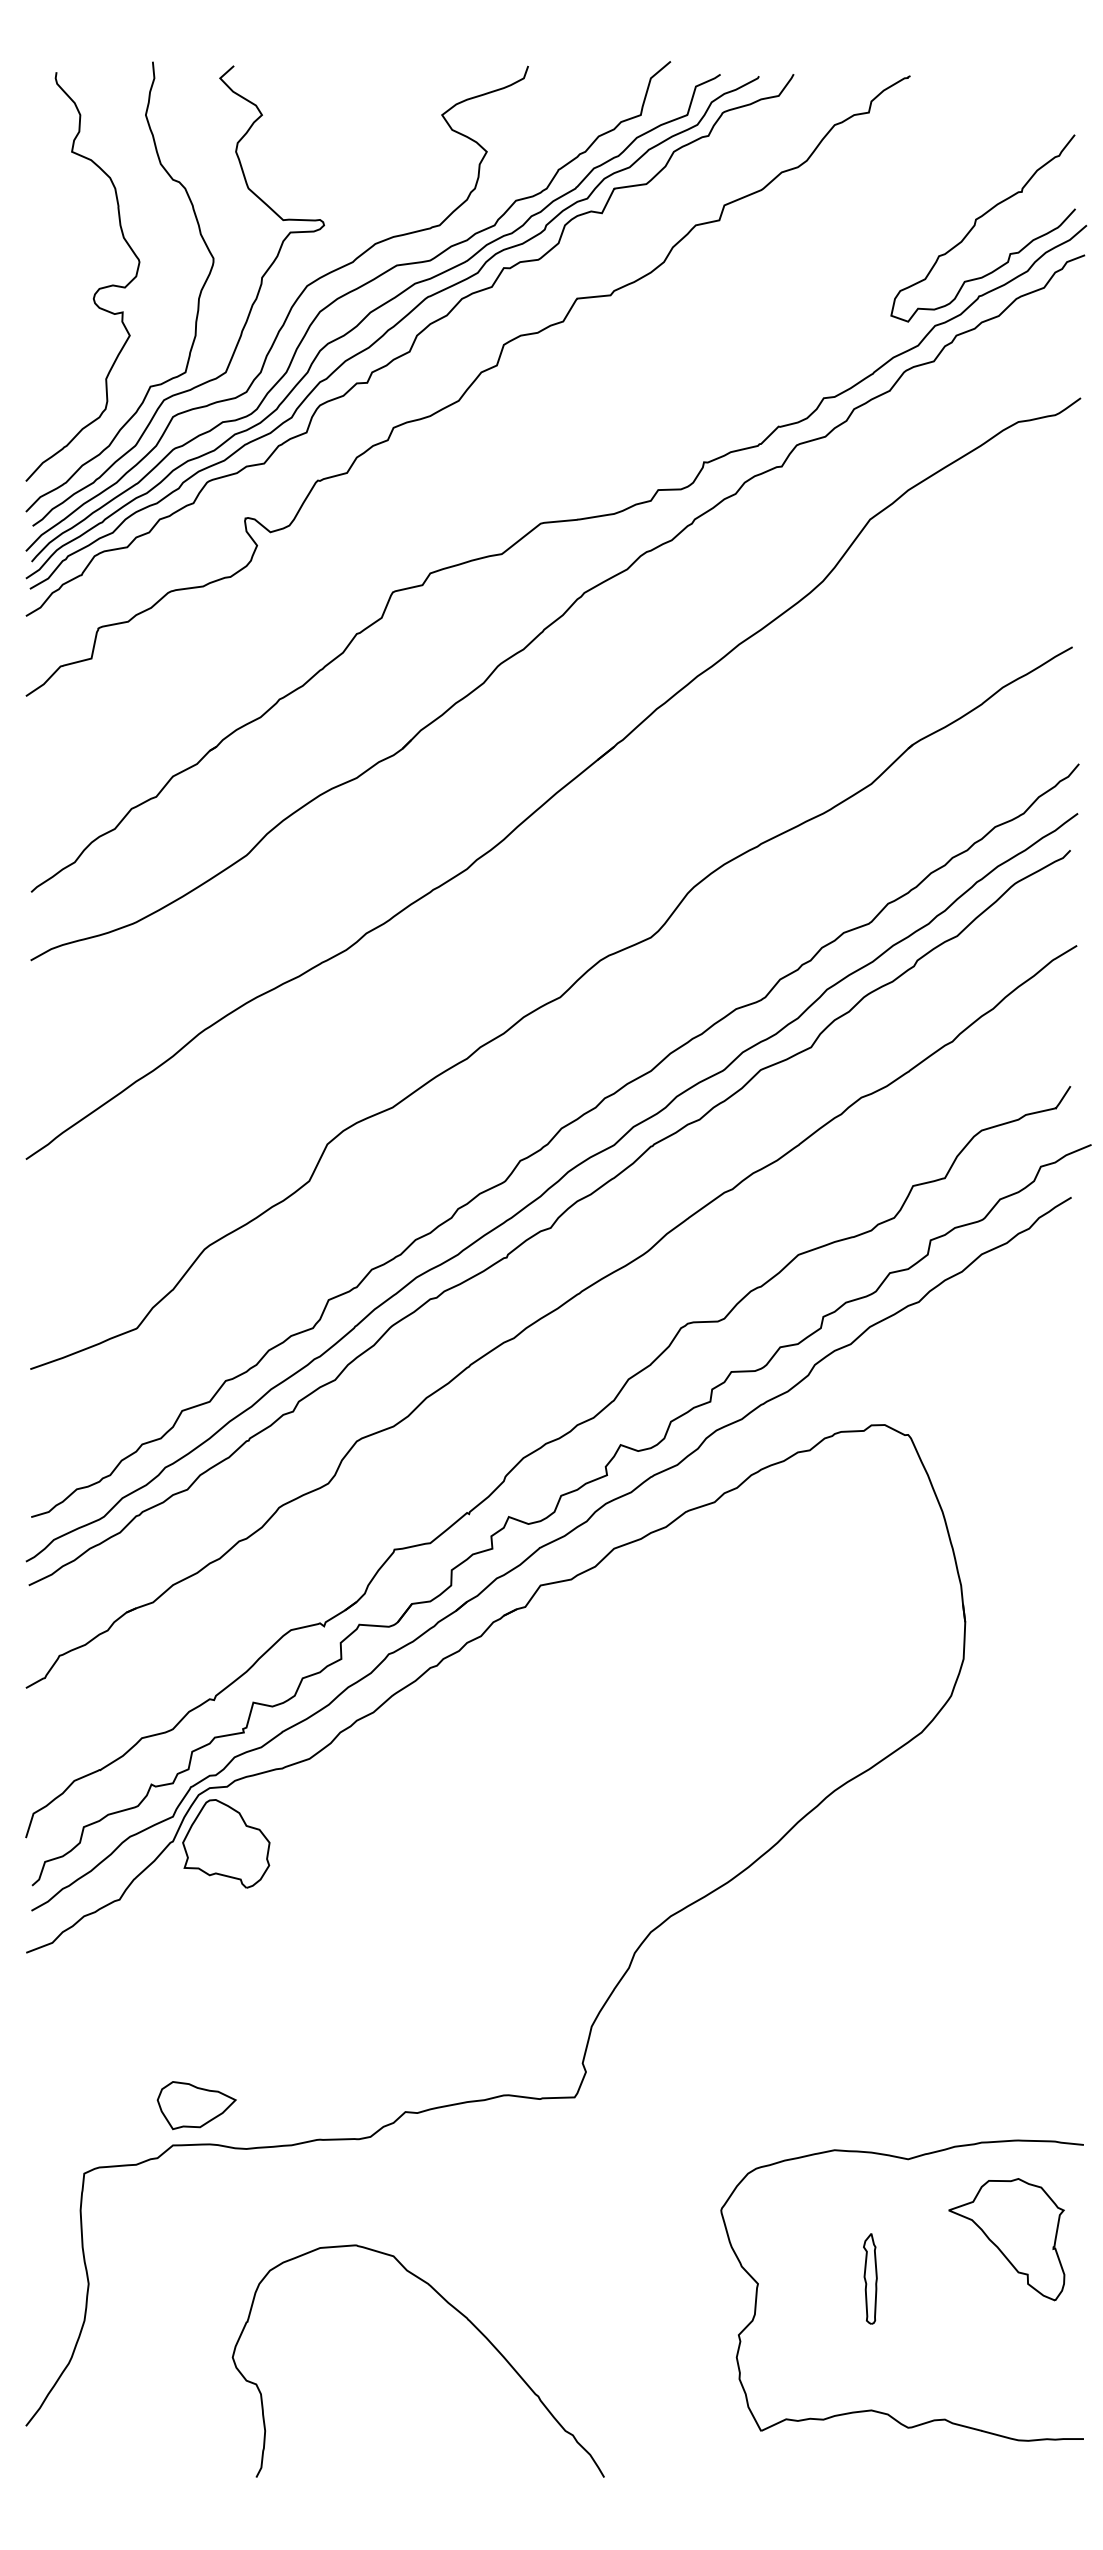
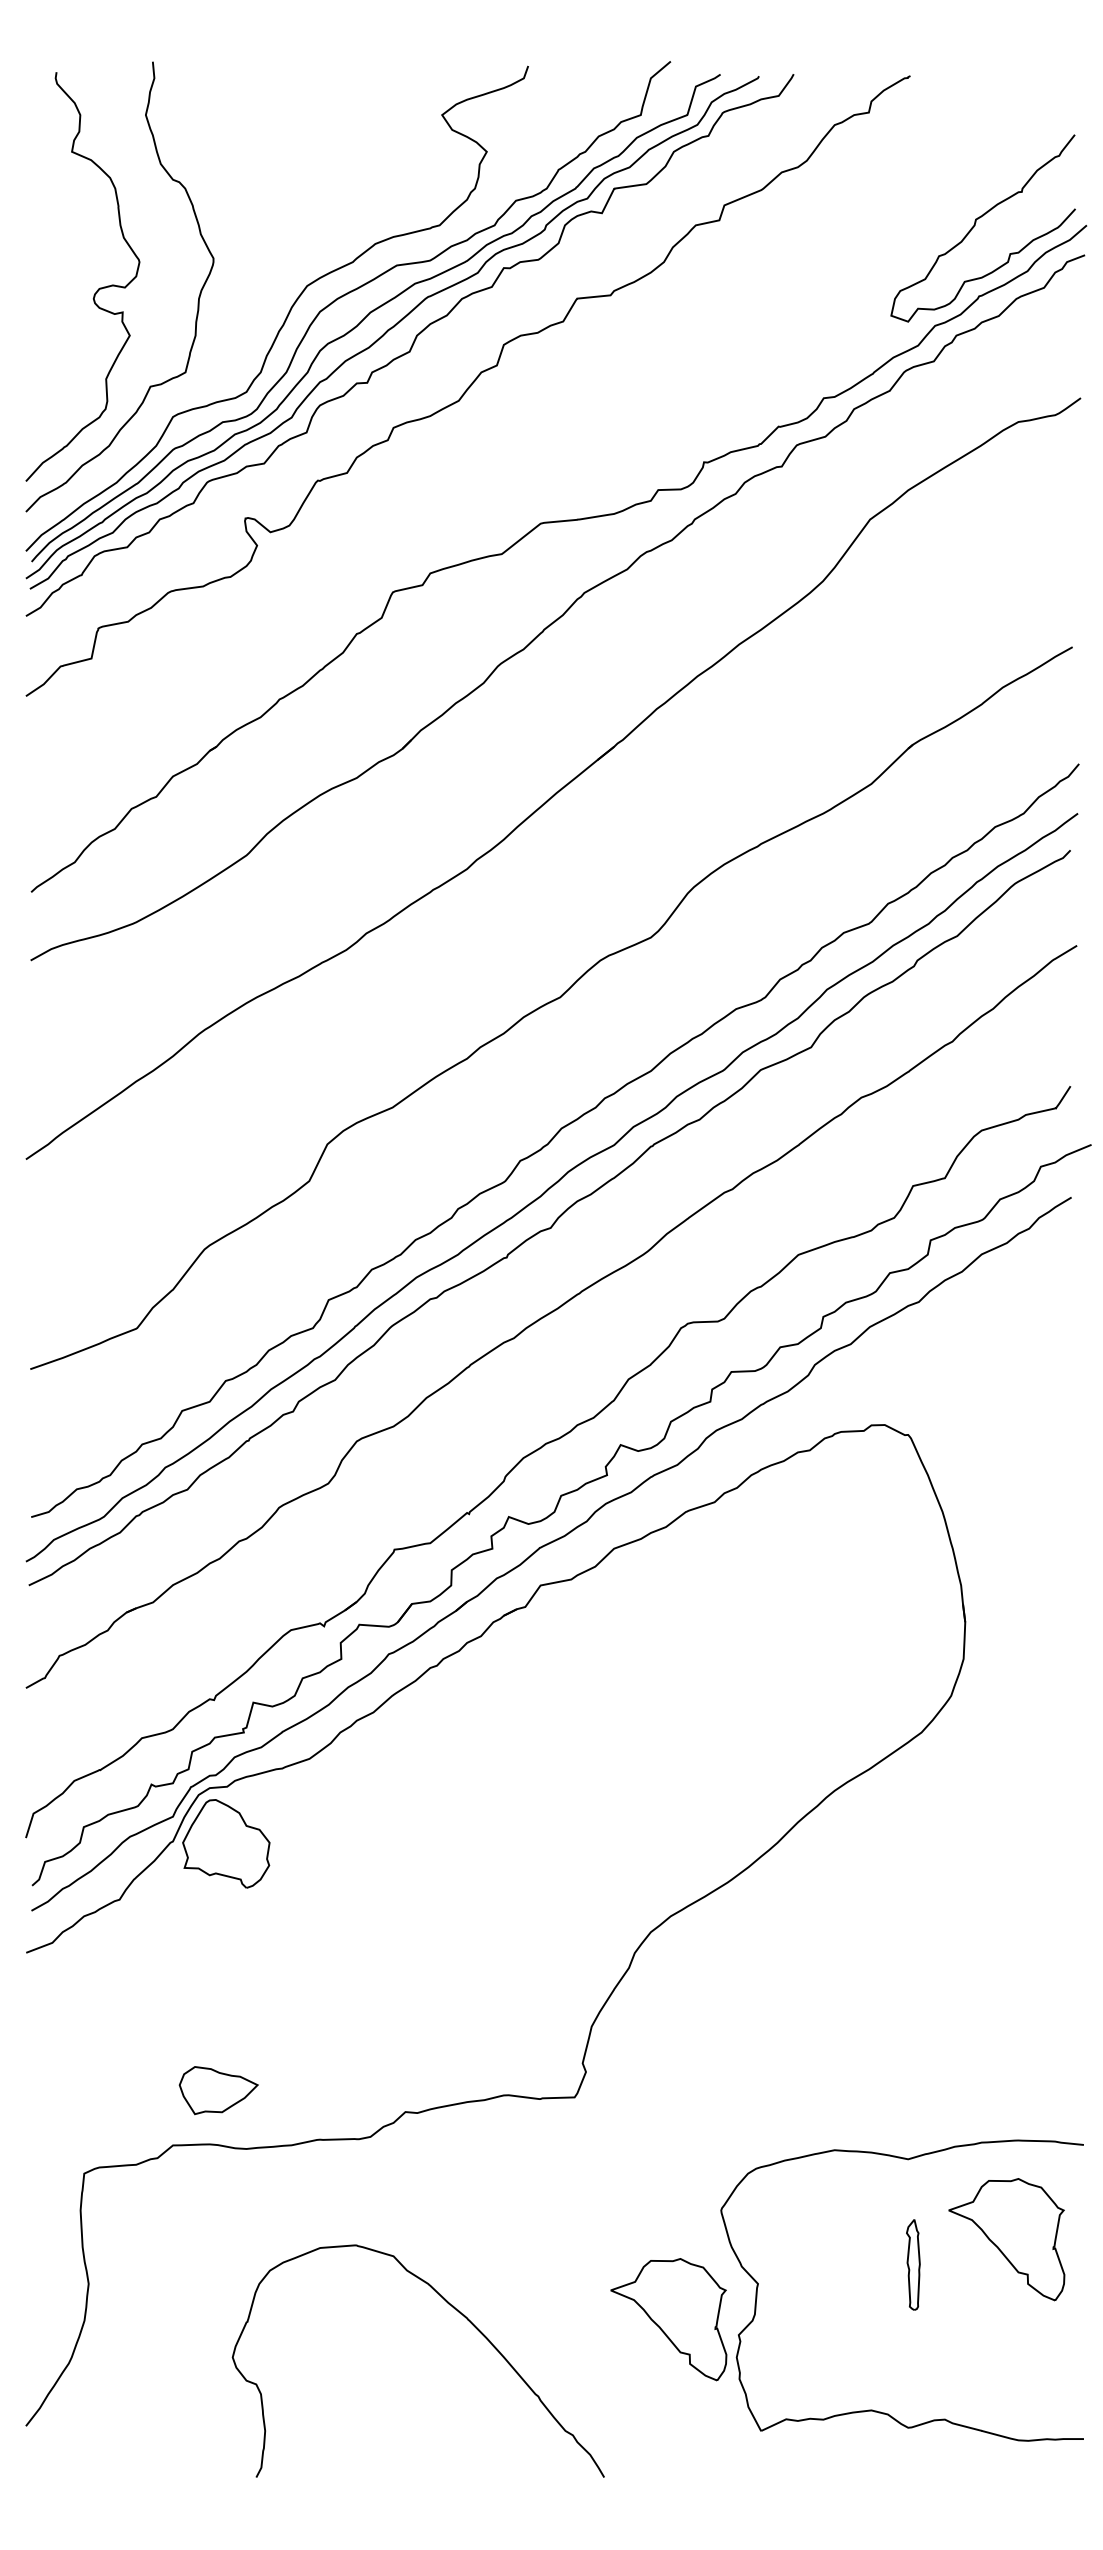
curve at (242, 327): present -> none
part at (196, 2105) position: (196, 2105) -> (218, 2090)
part at (870, 2278) position: (870, 2278) -> (913, 2264)
part at (668, 2319): none -> present
